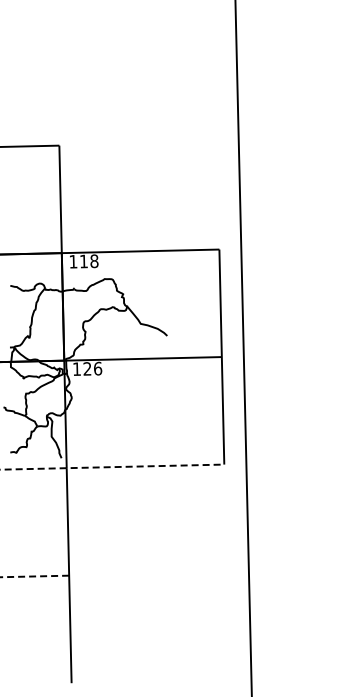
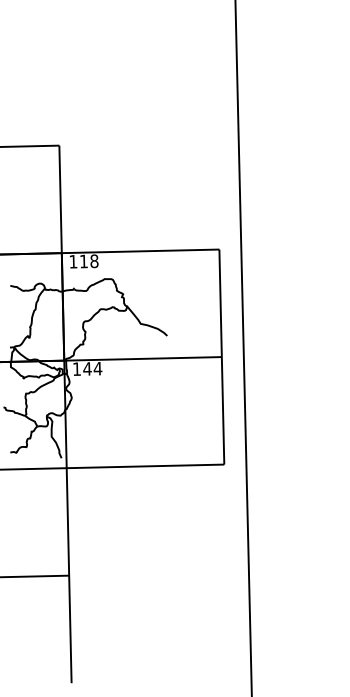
text at (92, 368): 126 -> 144
line at (112, 467): dashed -> solid
line at (35, 576): dashed -> solid
